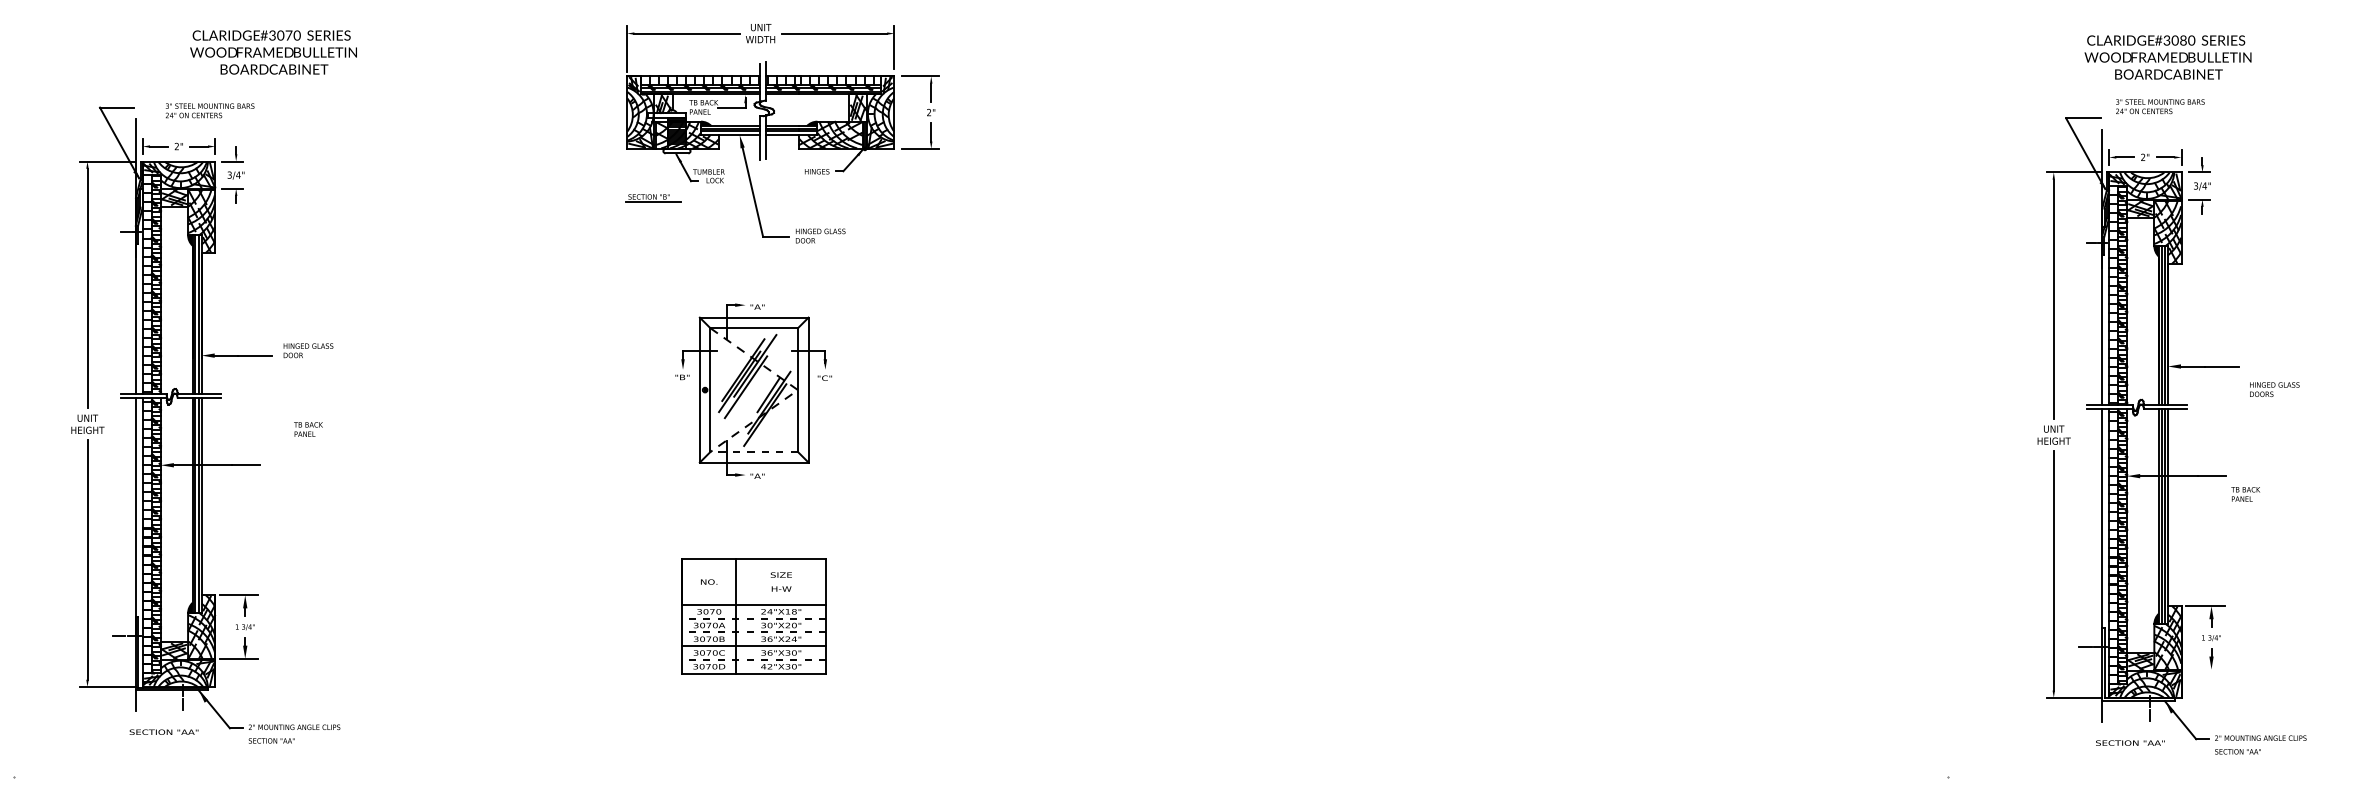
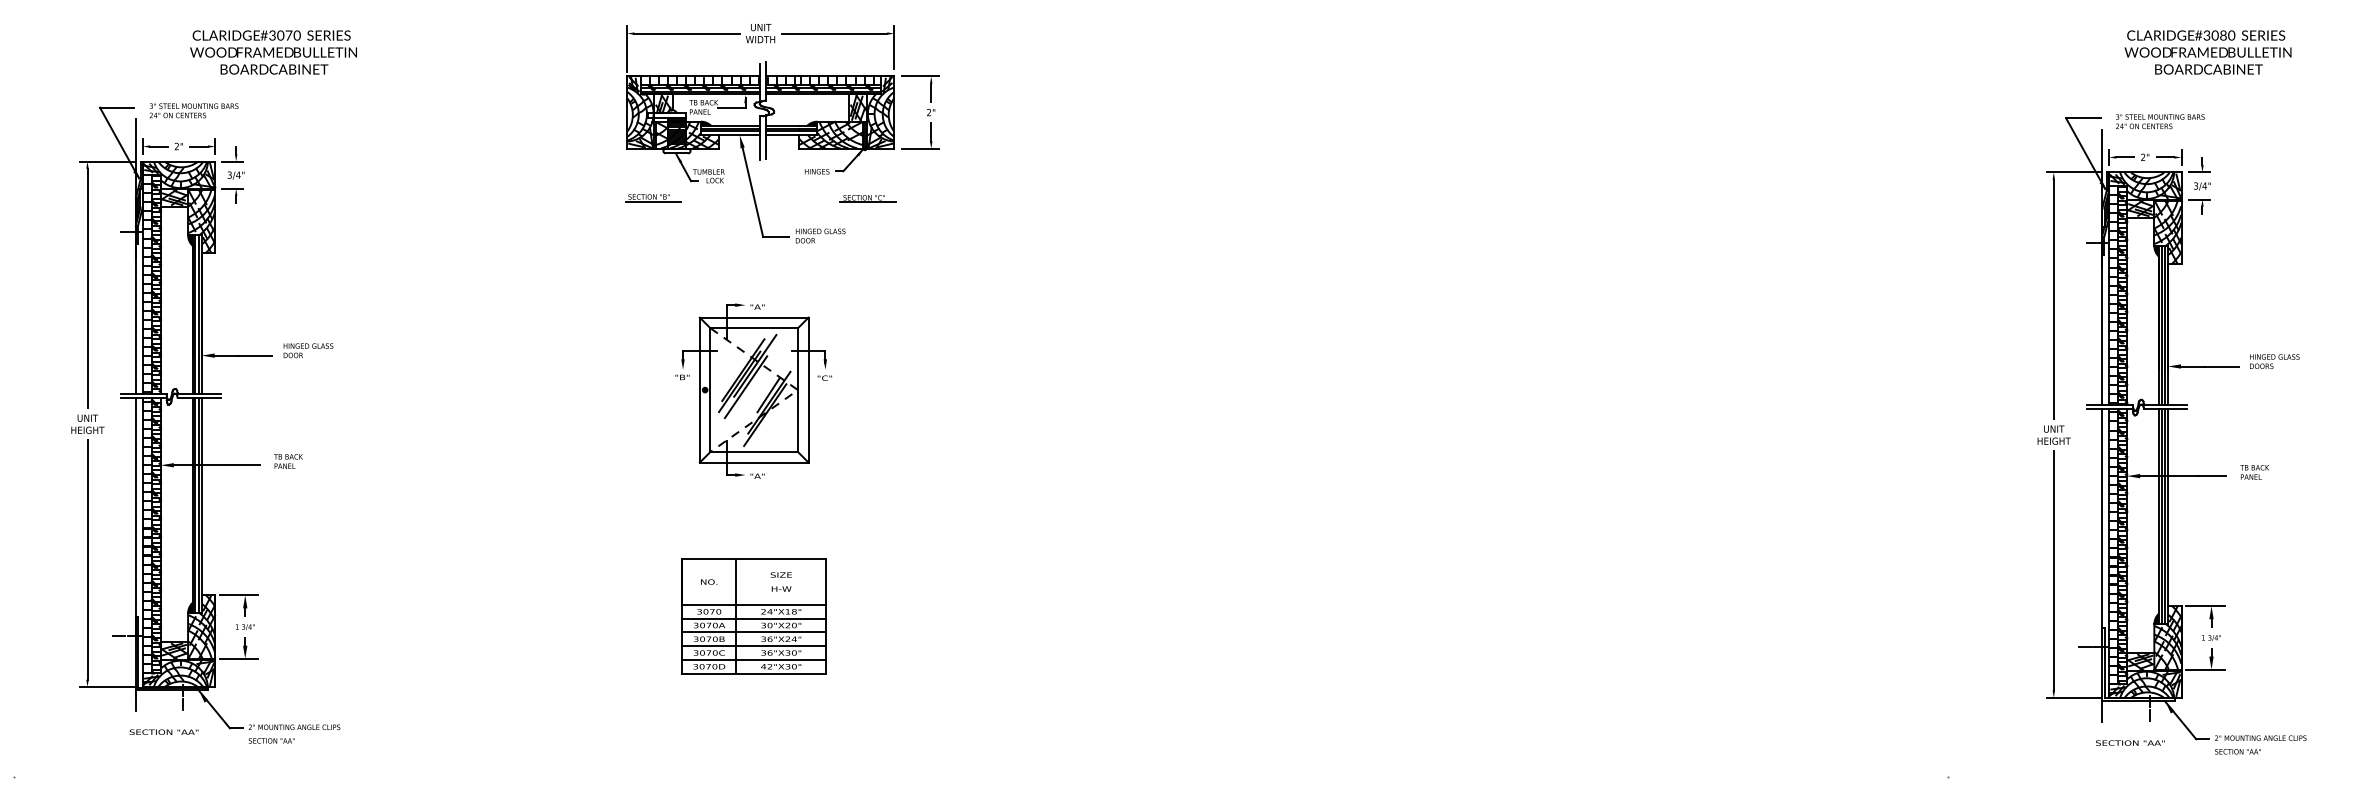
text at (2167, 57) position: (2167, 57) -> (2207, 52)
text at (2160, 106) position: (2160, 106) -> (2160, 121)
text at (209, 110) position: (209, 110) -> (193, 110)
part at (867, 198): none -> present
text at (2274, 389) position: (2274, 389) -> (2274, 361)
text at (308, 429) position: (308, 429) -> (288, 461)
line at (754, 451): dashed -> solid
text at (2245, 494) position: (2245, 494) -> (2254, 472)
line at (753, 618): dashed -> solid
line at (753, 632): dashed -> solid
line at (753, 659): dashed -> solid
line at (2205, 669): none -> present
